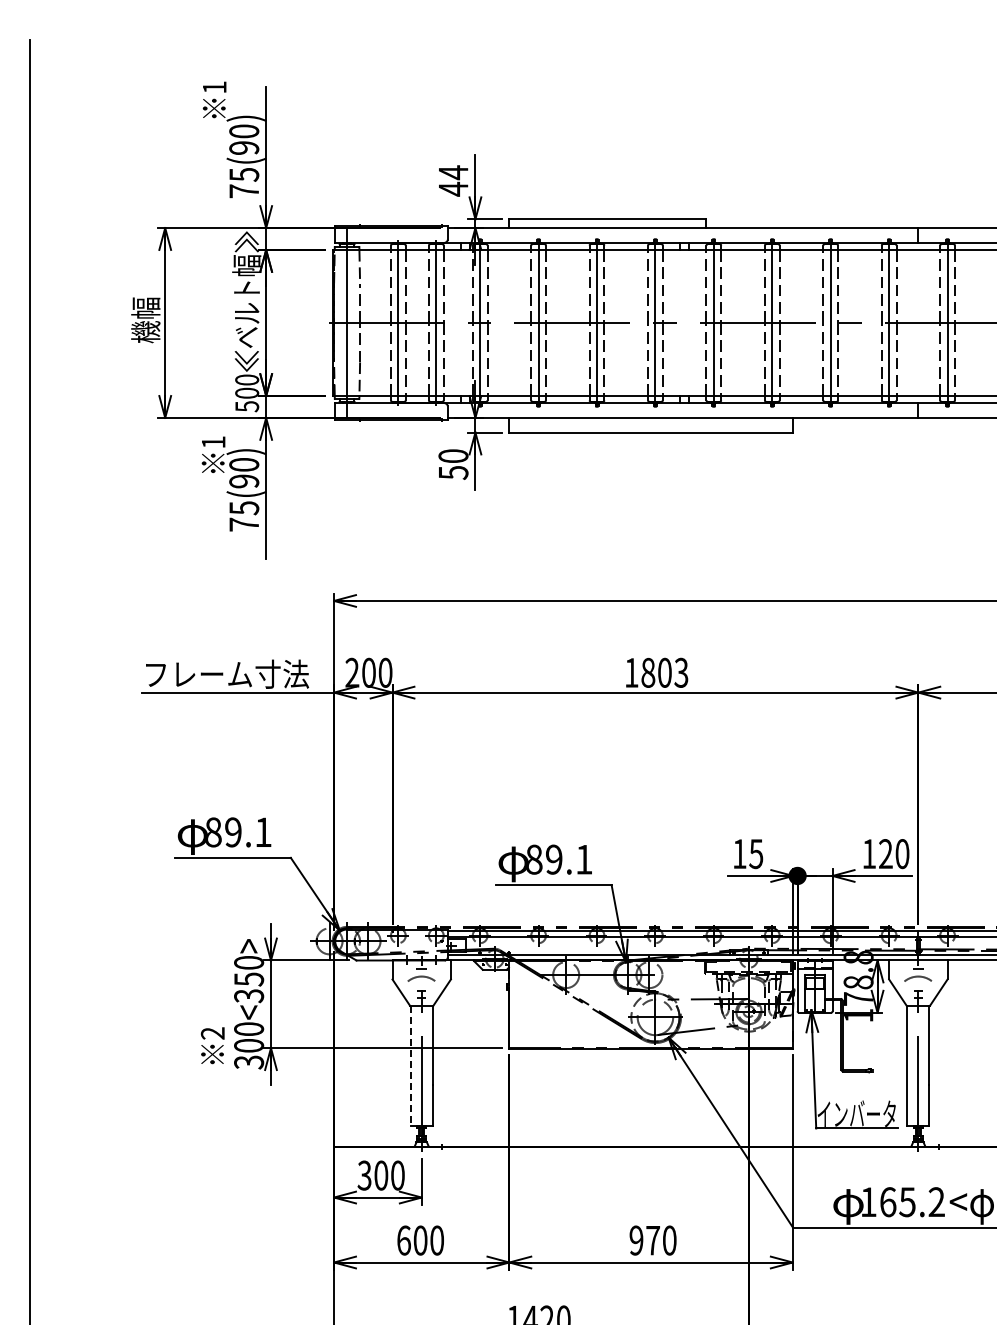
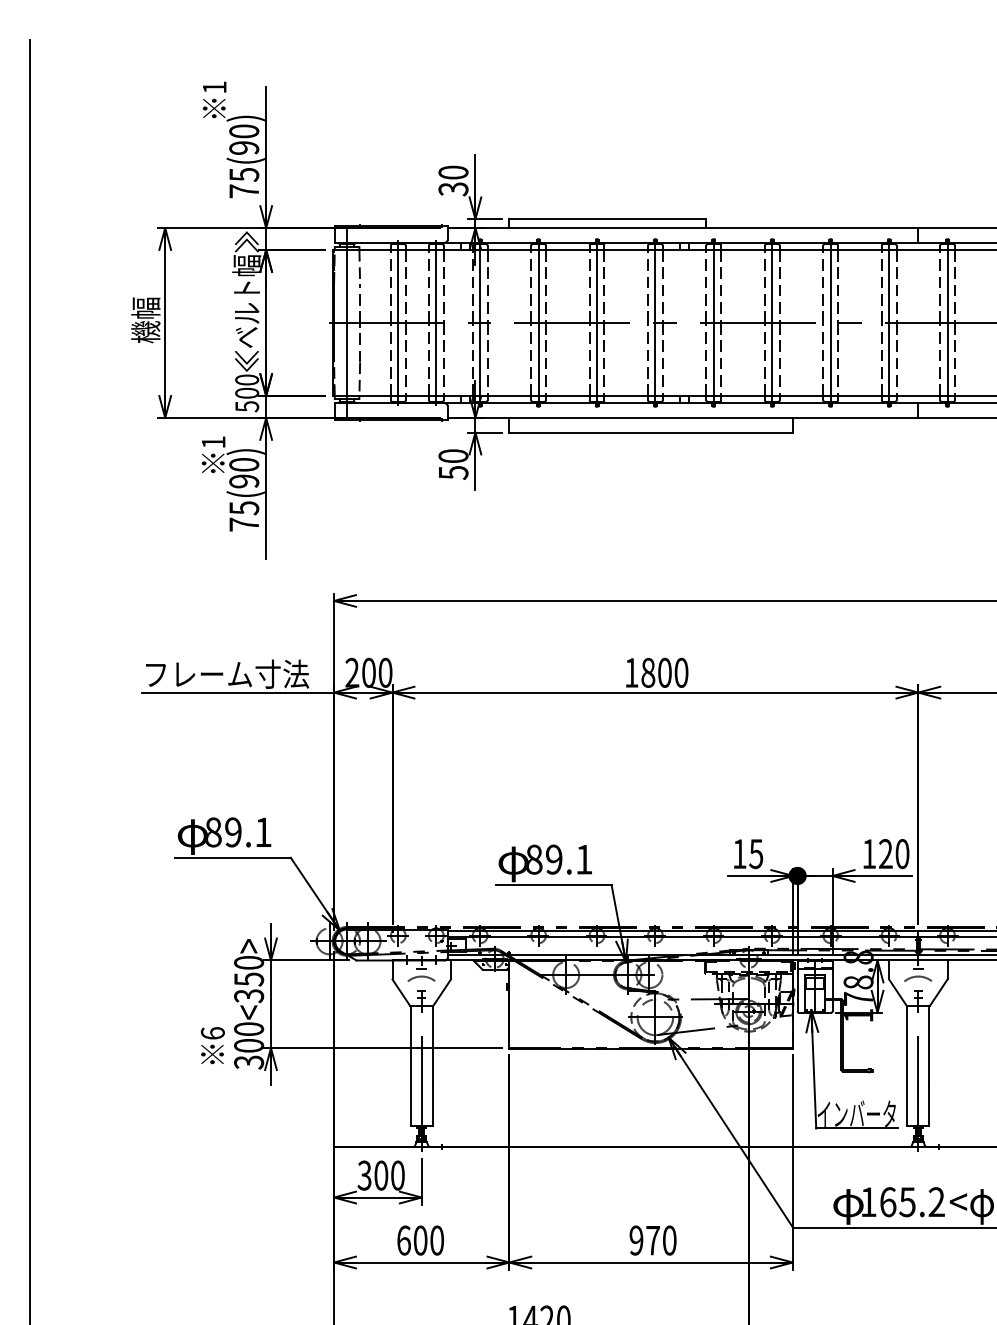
text at (453, 180): 44 -> 30
text at (681, 672): 1803 -> 1800
text at (212, 1033): 2 -> 6
line at (410, 1065): dashed -> solid
